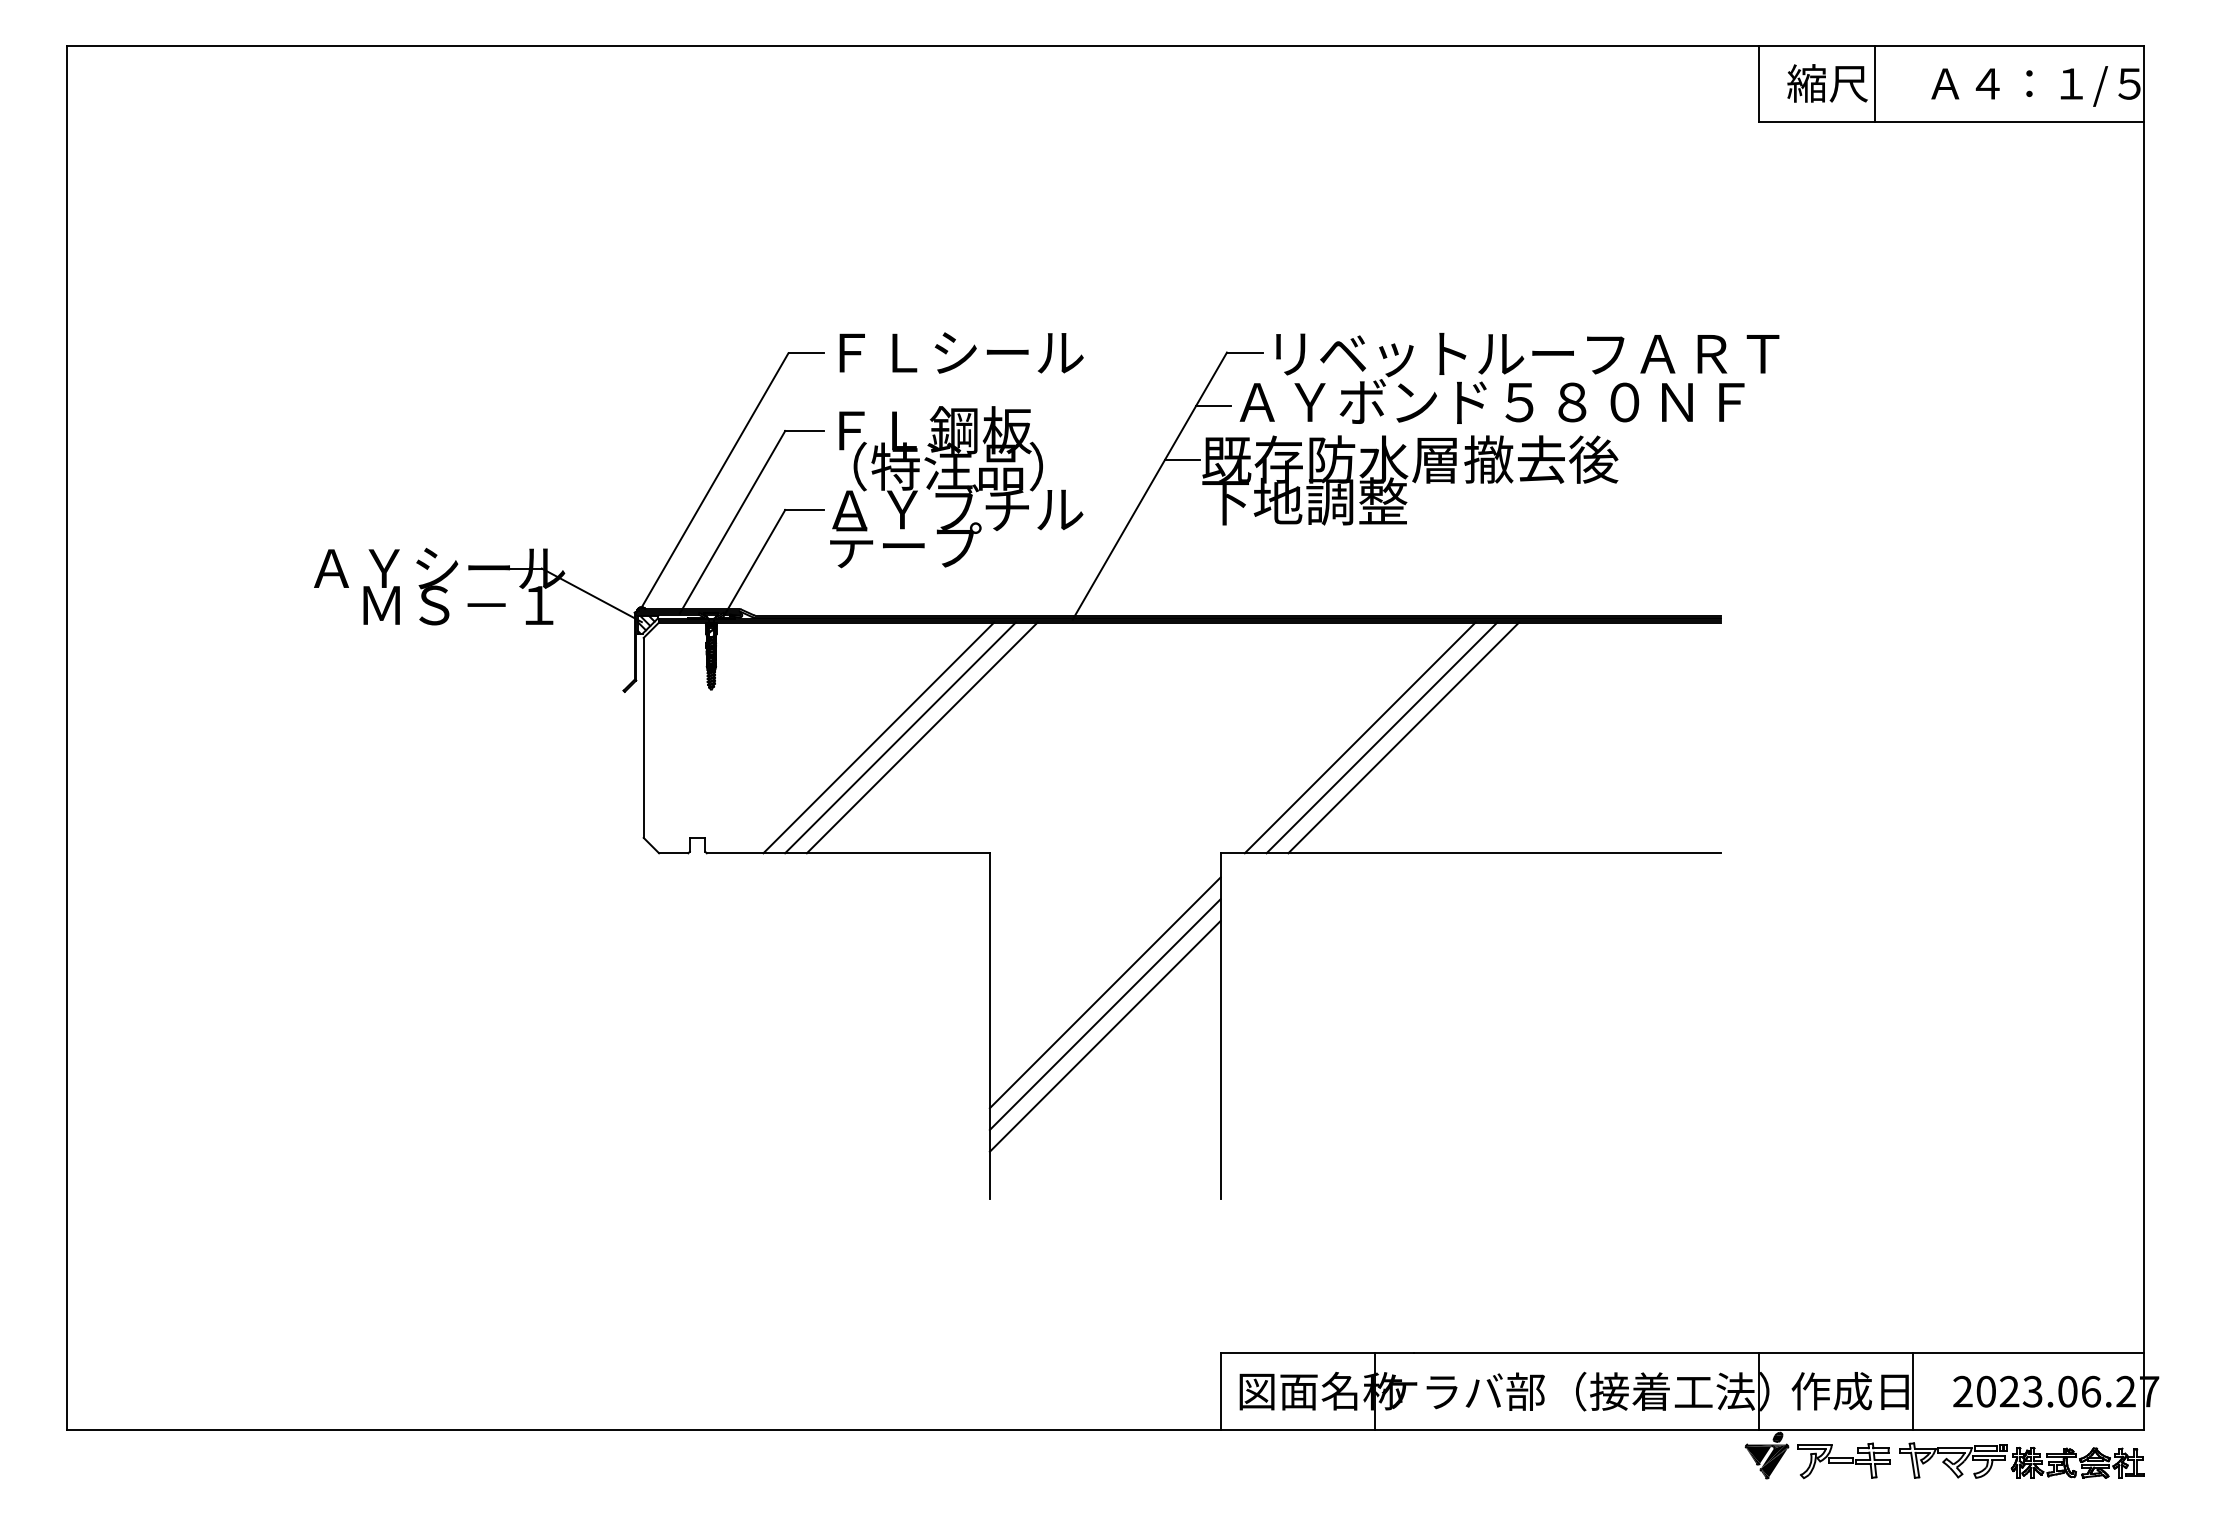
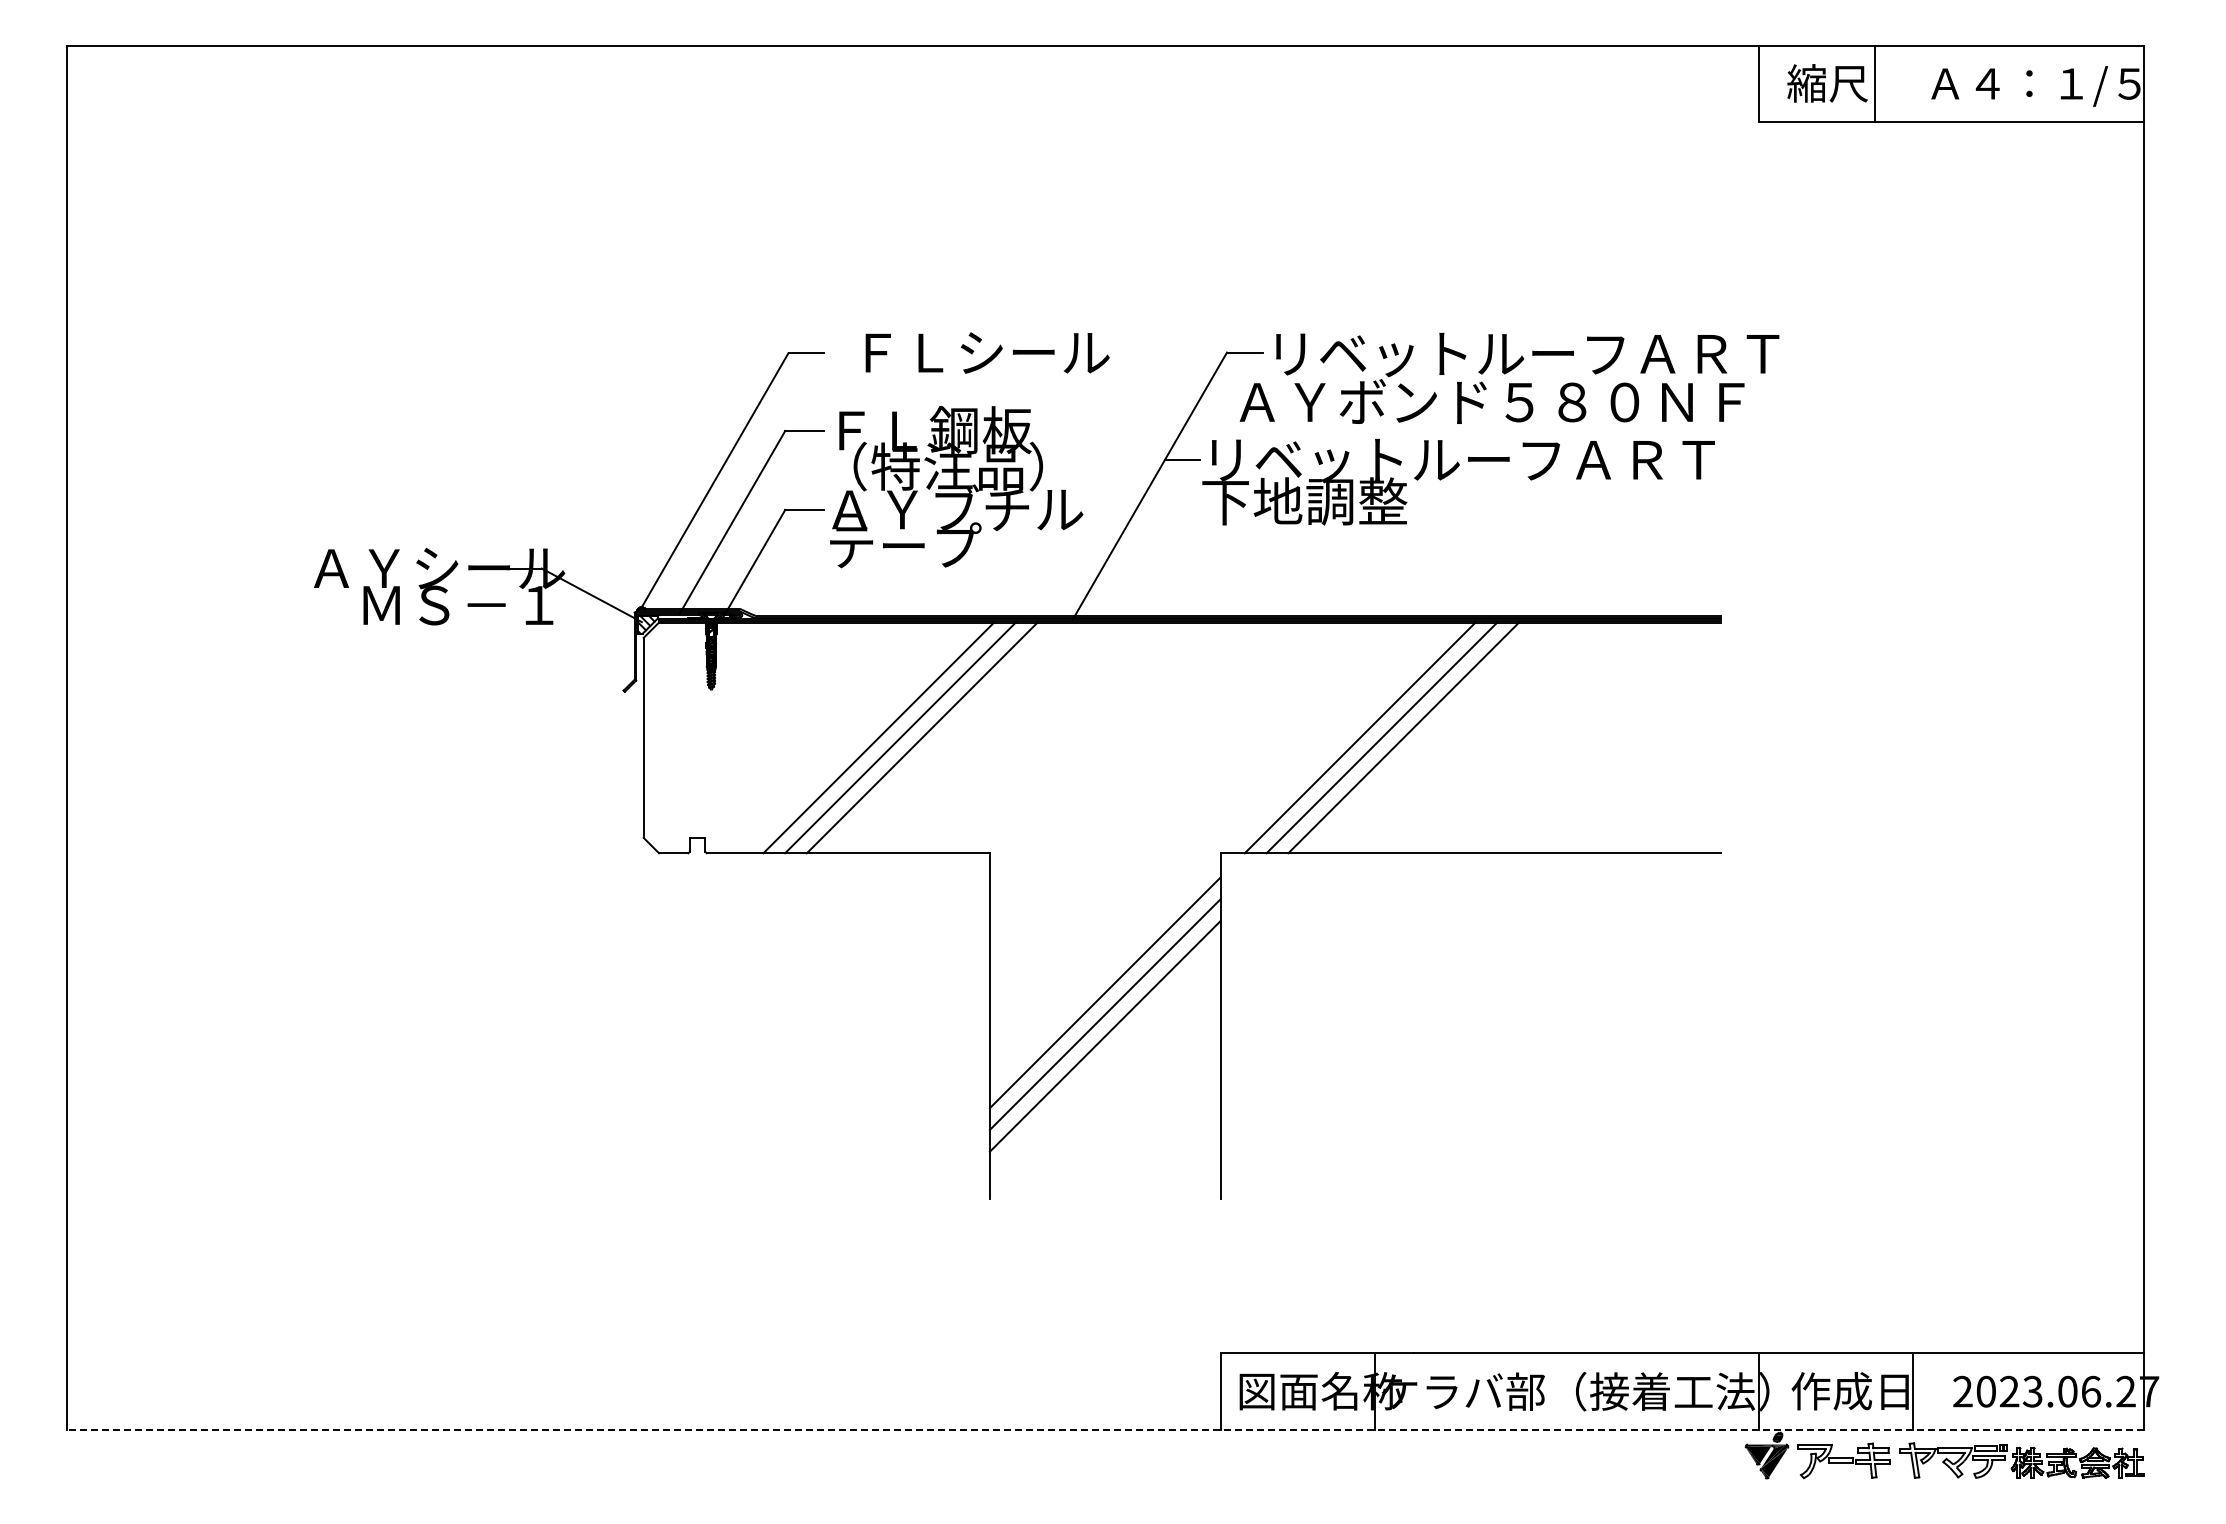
text at (961, 352) position: (961, 352) -> (987, 352)
line at (1213, 406): present -> none
text at (1458, 459): 既存防水層撤去後 -> リベットルーフＡＲＴ
line at (1105, 1430): solid -> dashed
